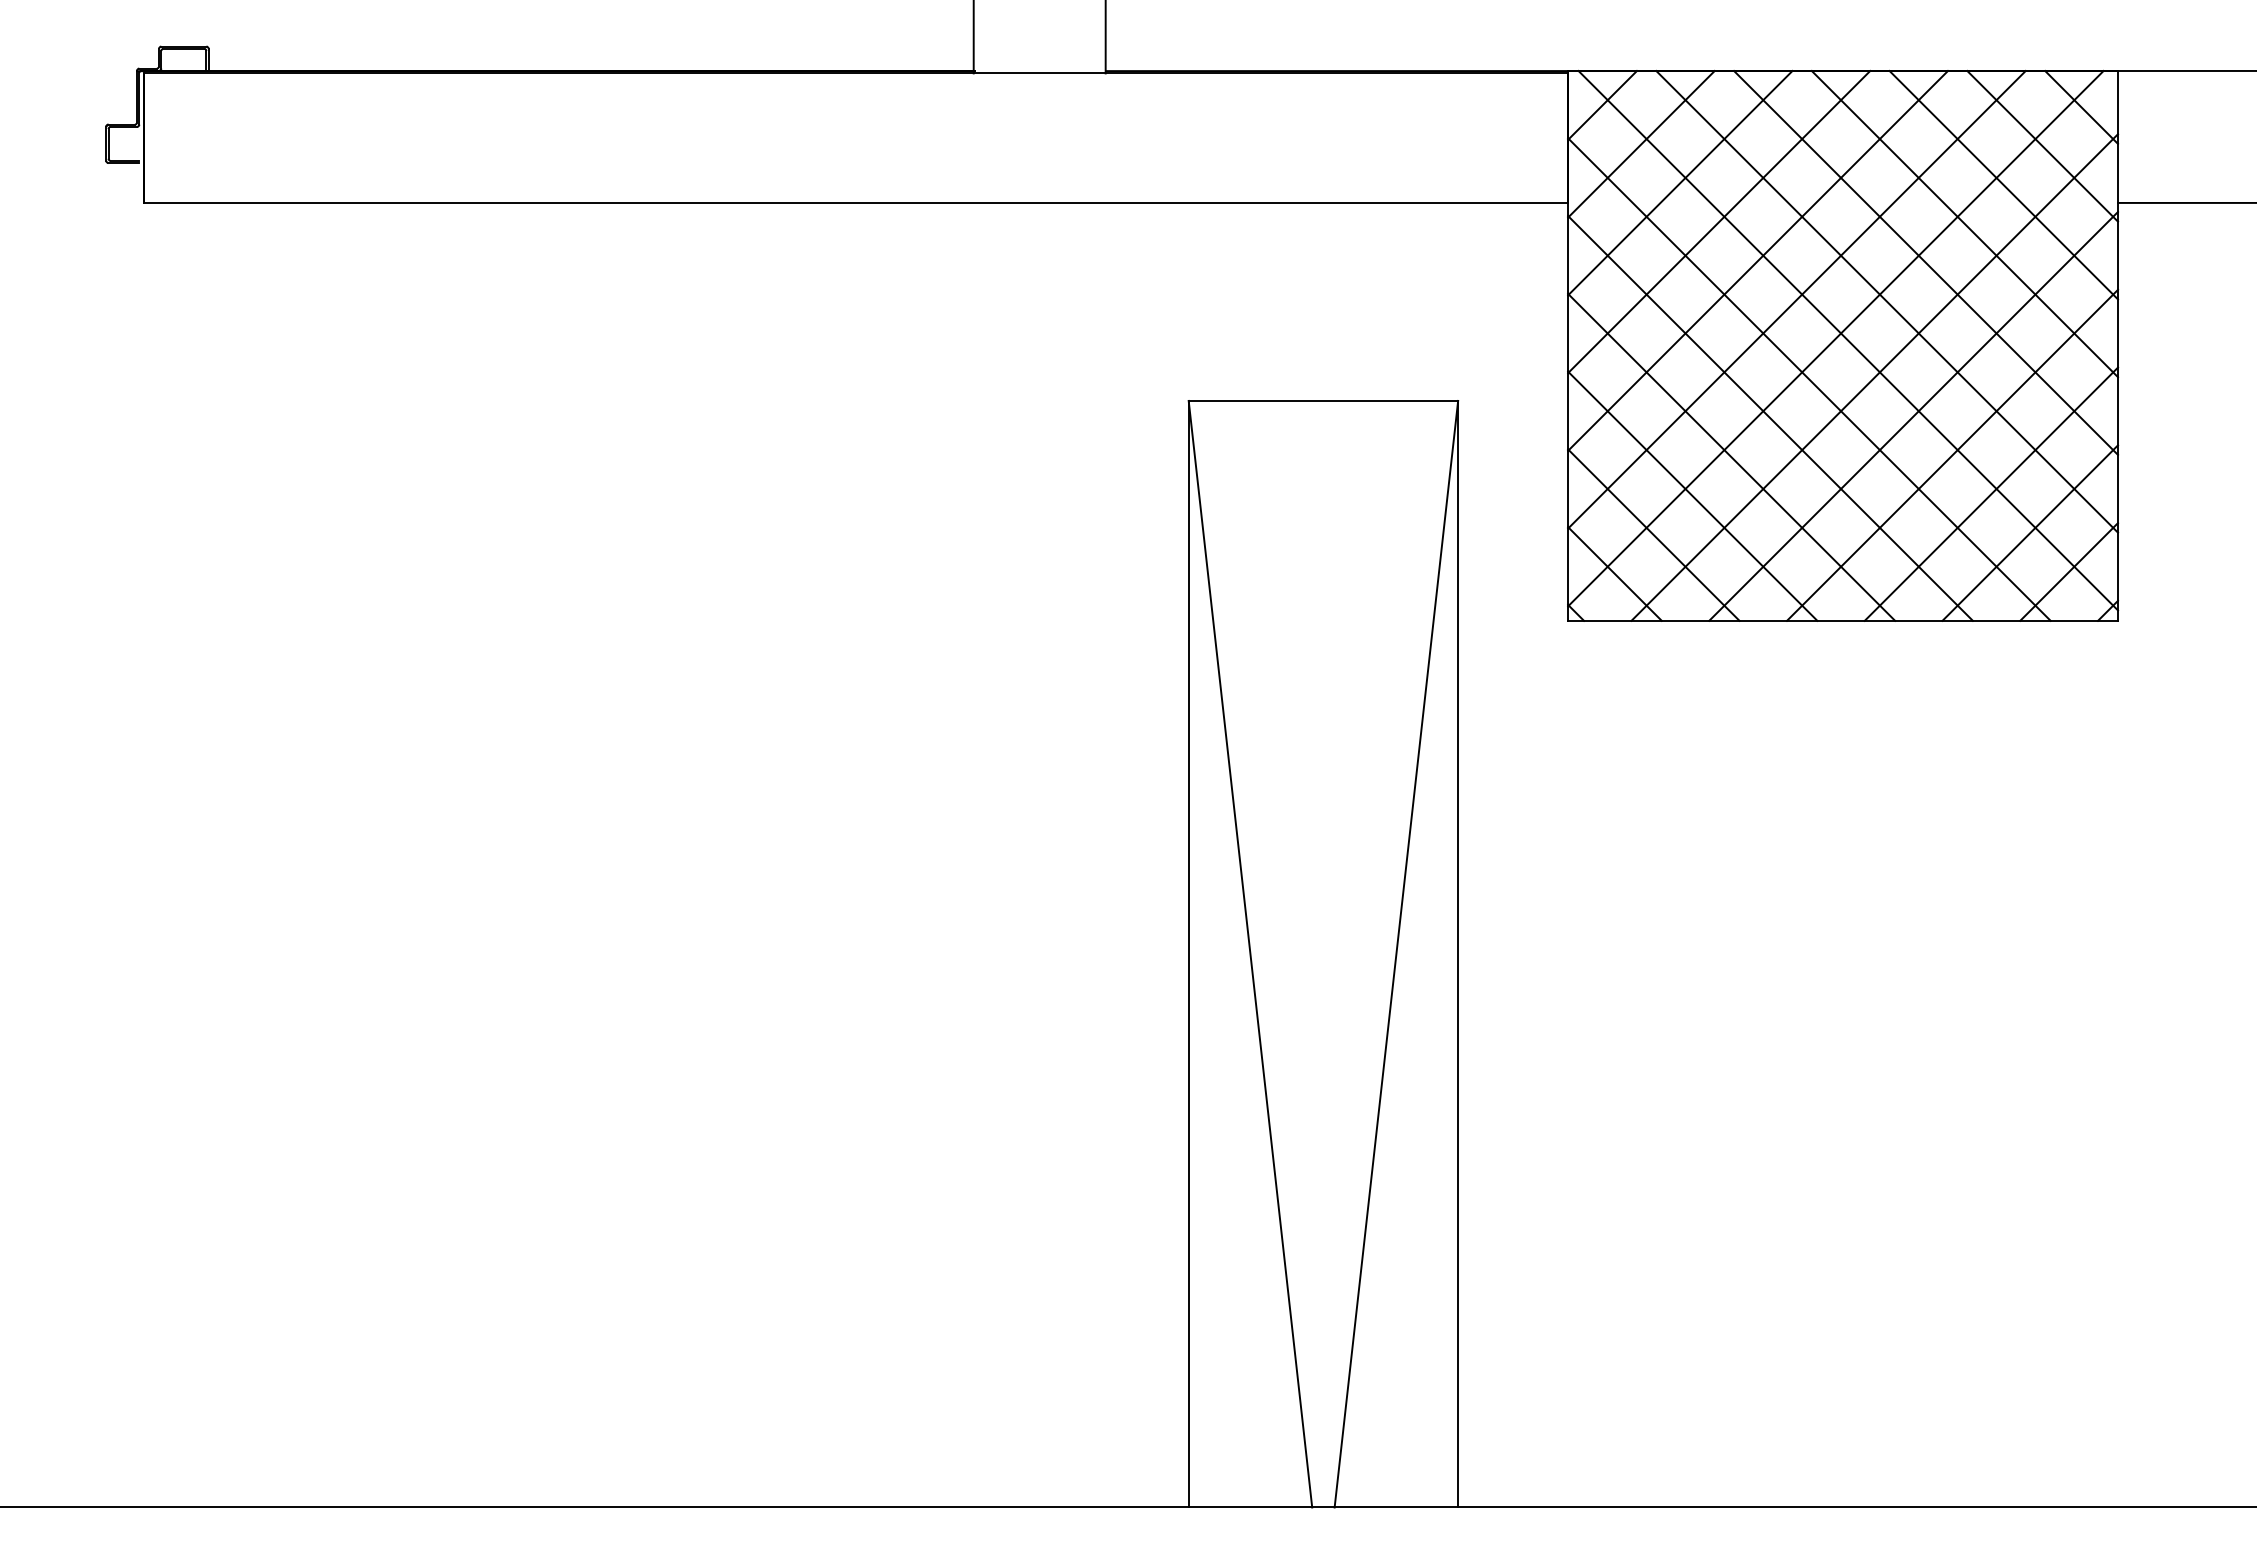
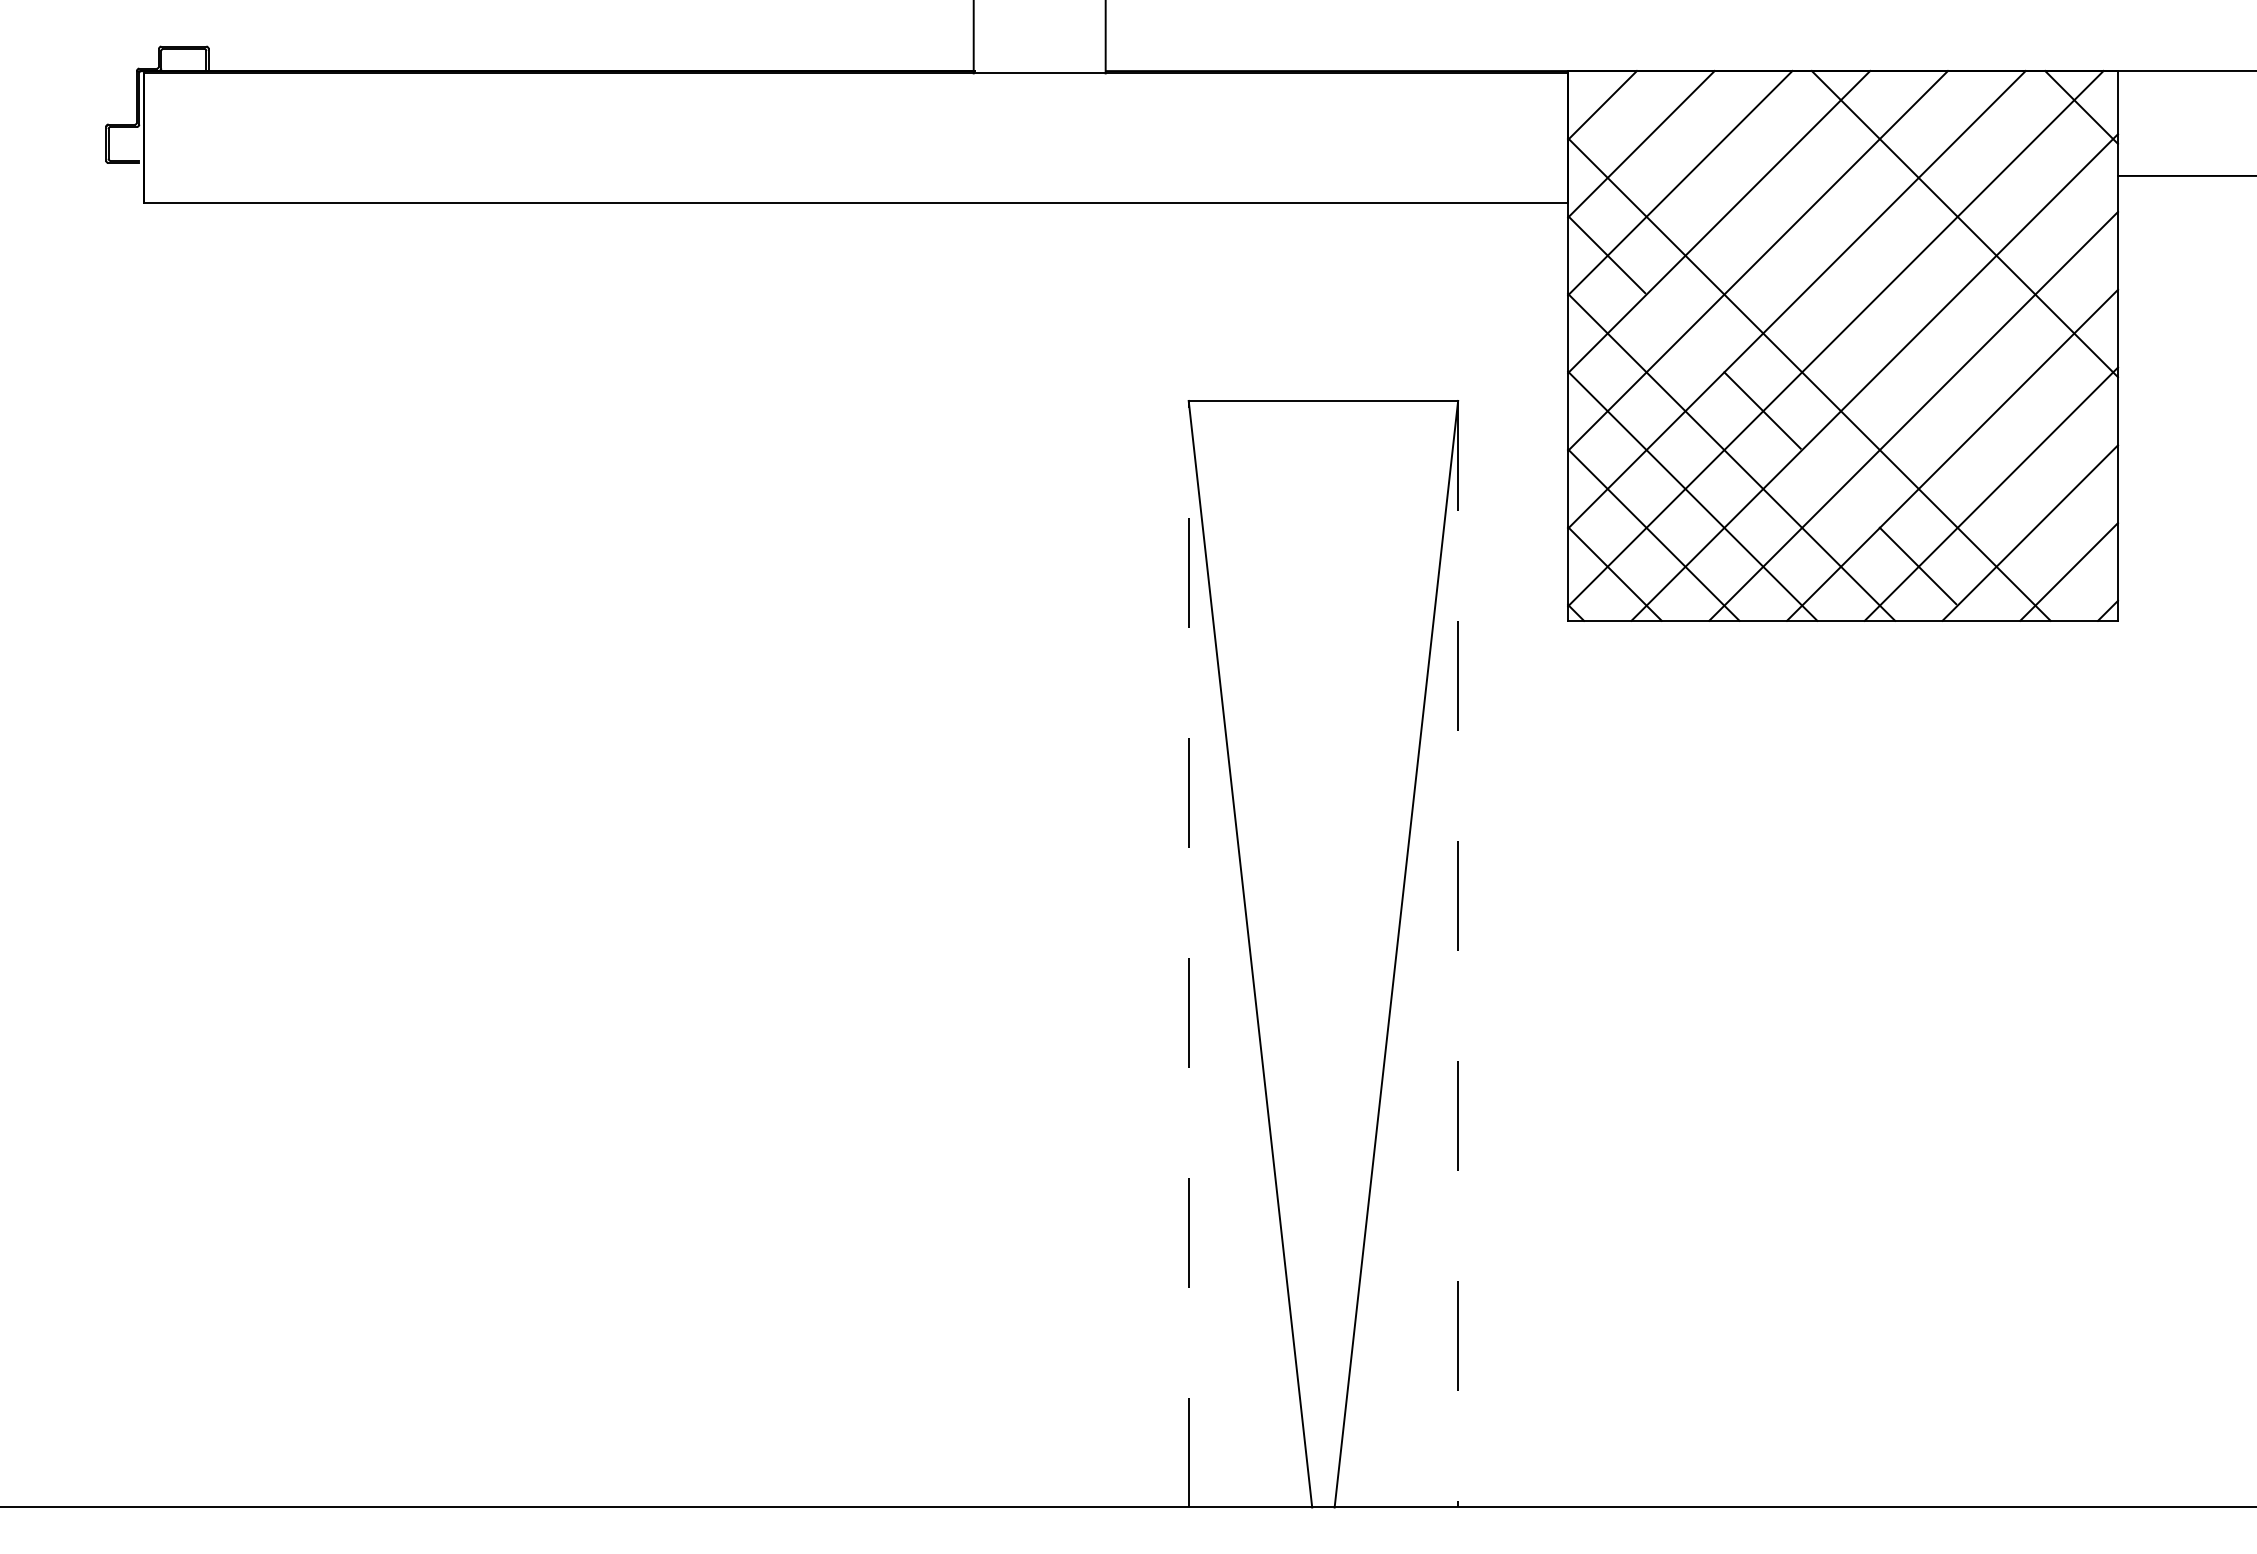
line at (2042, 146): present -> none
line at (2003, 185): present -> none
line at (2185, 202) position: (2185, 202) -> (2185, 175)
line at (1926, 262): present -> none
line at (1887, 301): present -> none
line at (1848, 340): present -> none
line at (1770, 418): solid -> dashed
line at (1188, 953): solid -> dashed
line at (1458, 954): solid -> dashed
